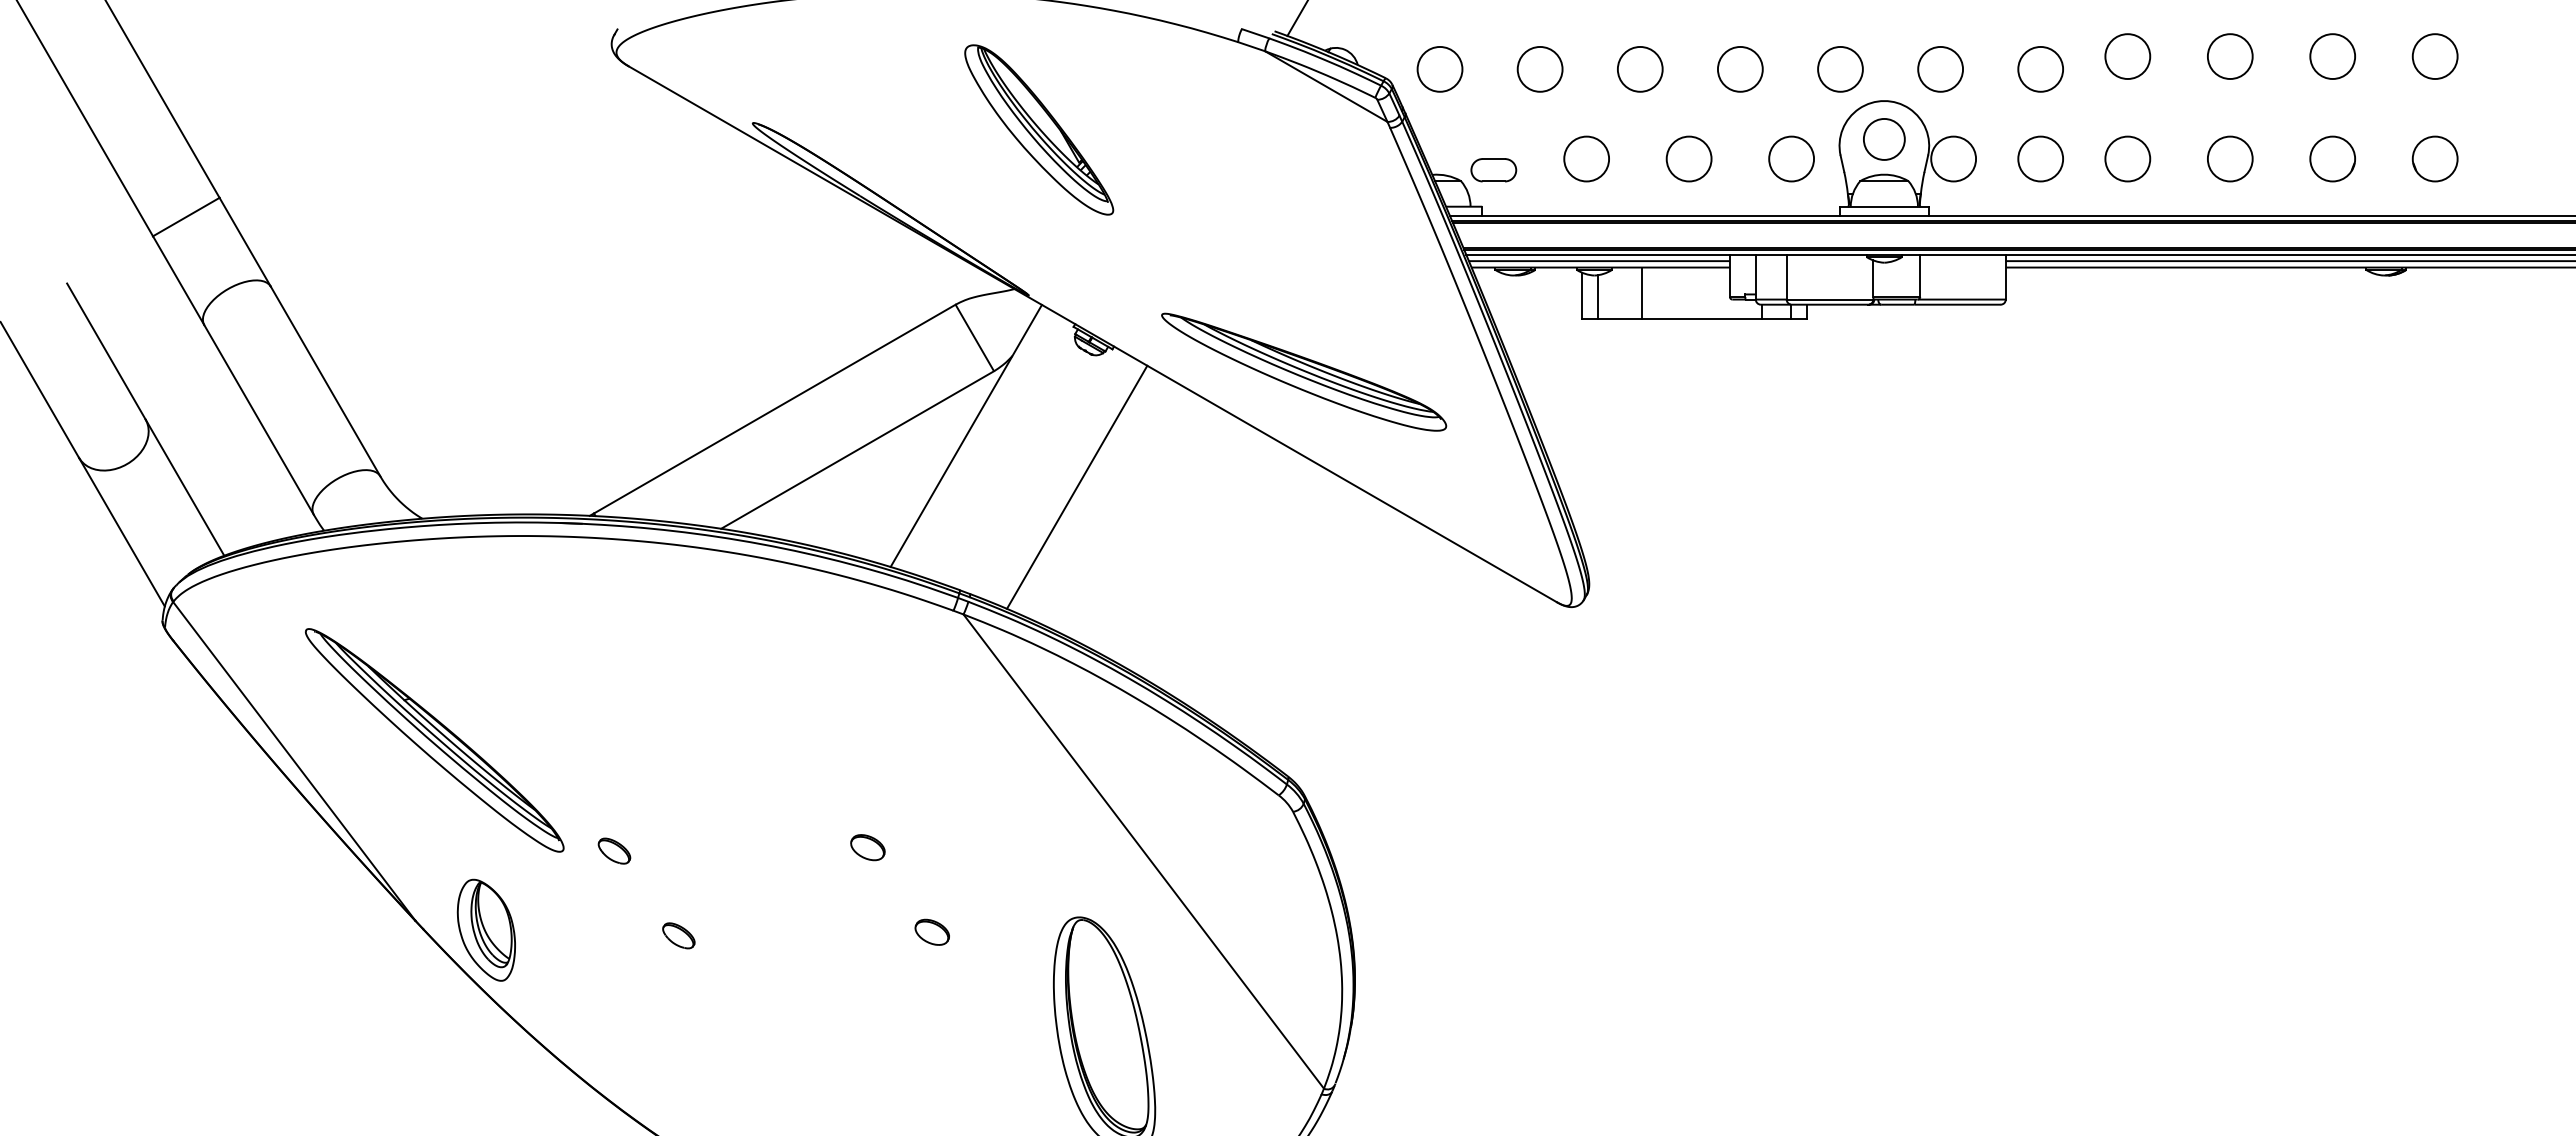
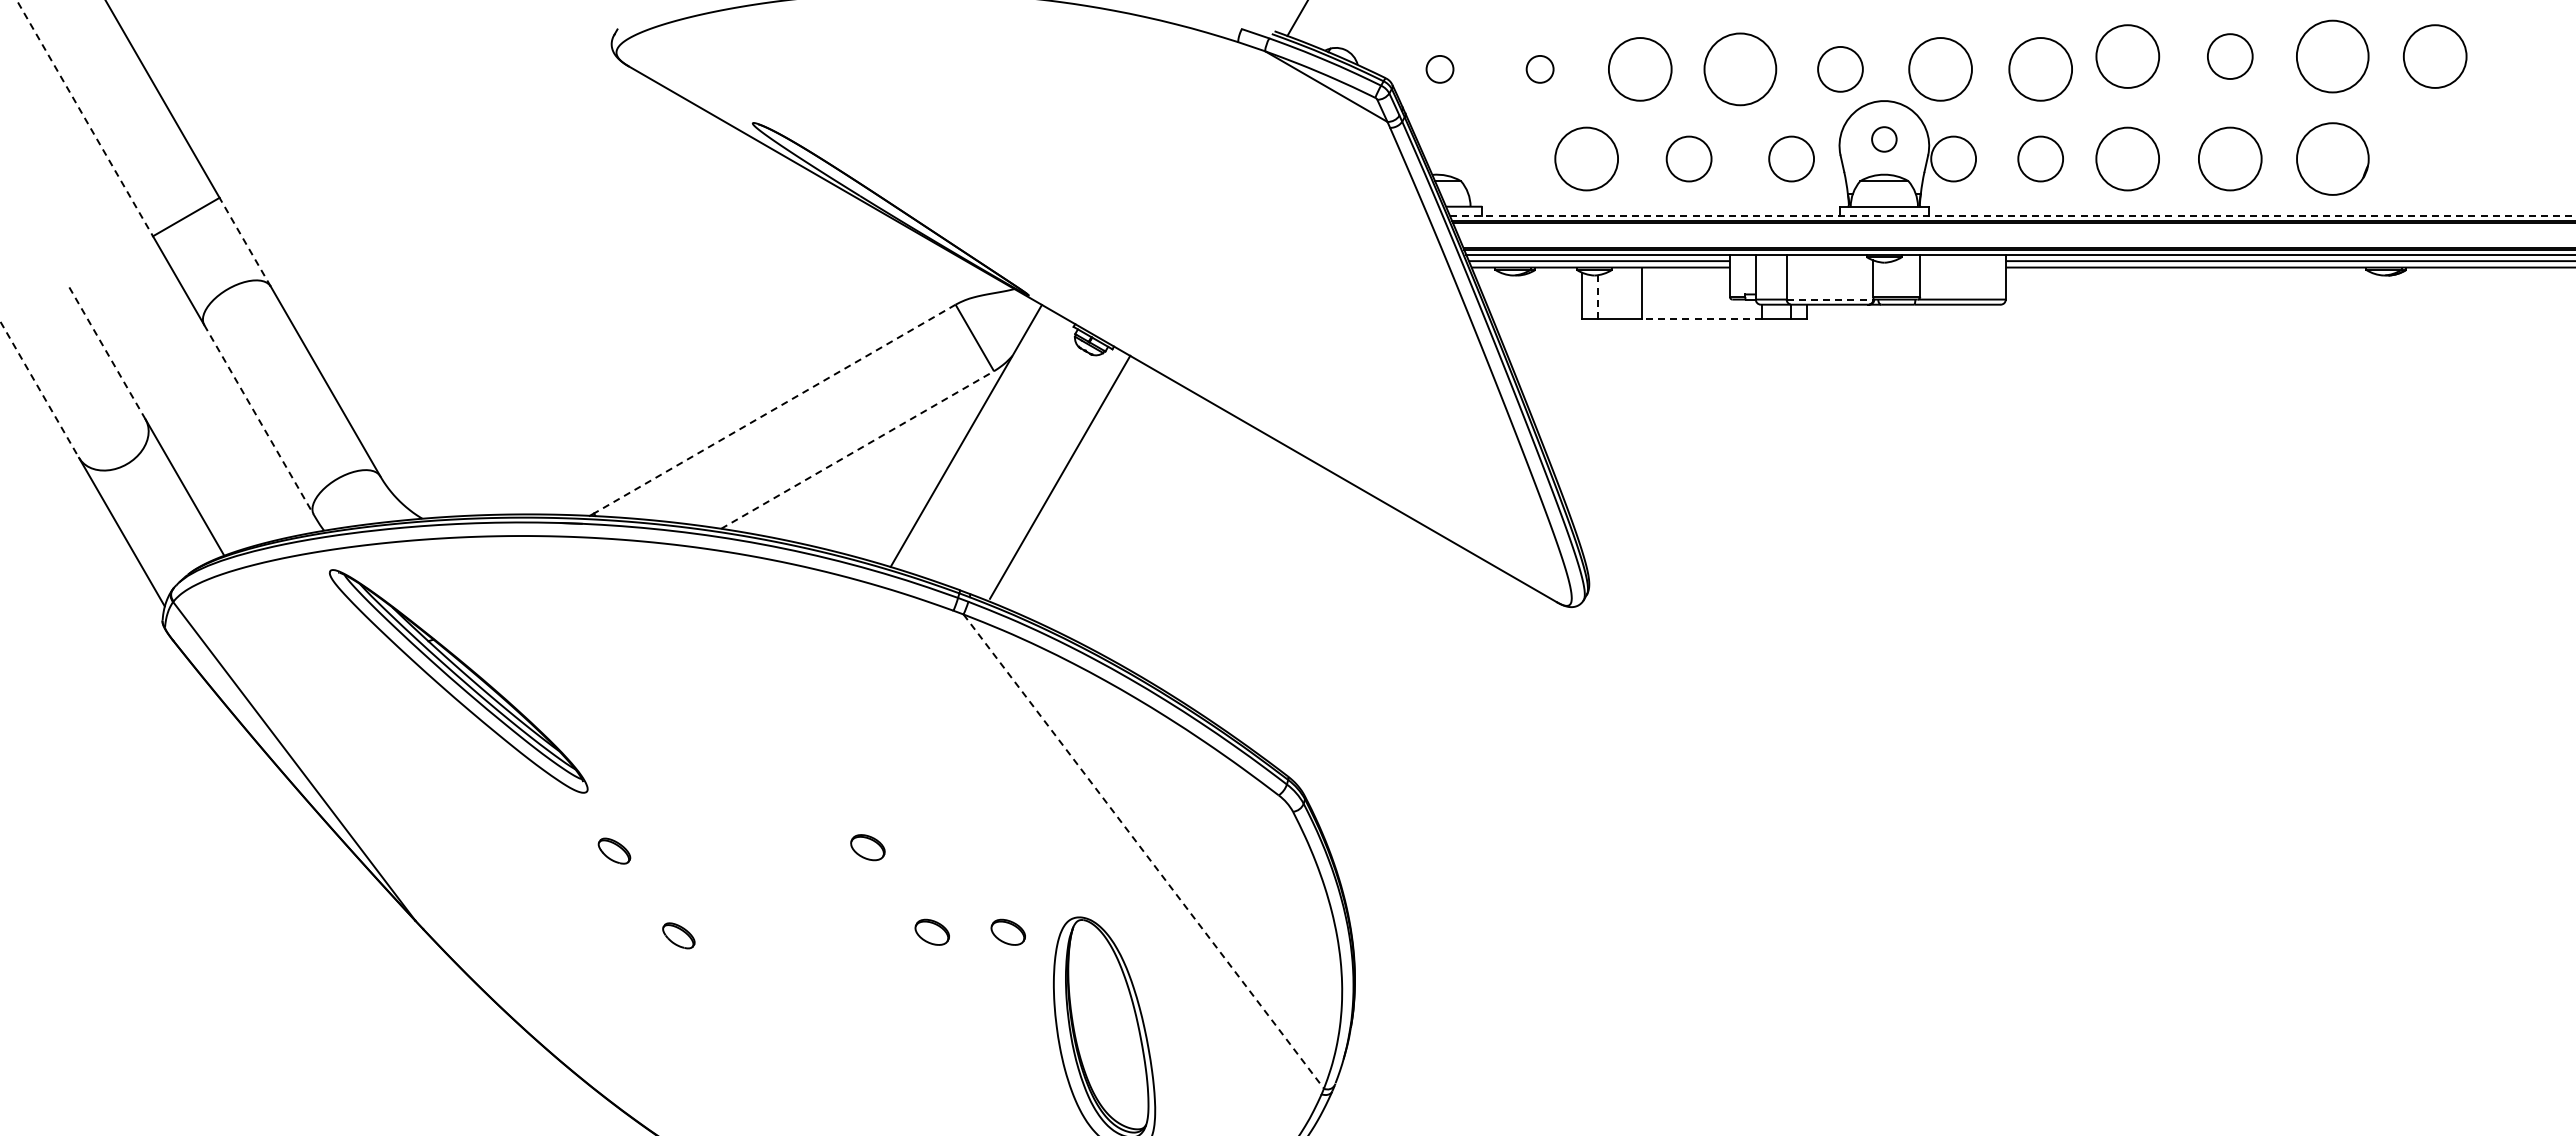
circle at (2127, 56) diameter: 45 px -> 63 px
circle at (2332, 56) diameter: 45 px -> 72 px
circle at (2434, 56) diameter: 45 px -> 63 px
circle at (1439, 68) diameter: 45 px -> 27 px
circle at (1539, 68) diameter: 45 px -> 27 px
circle at (1639, 68) diameter: 45 px -> 63 px
circle at (1739, 68) diameter: 45 px -> 72 px
circle at (1940, 68) diameter: 45 px -> 63 px
circle at (2040, 68) diameter: 45 px -> 63 px
line at (85, 118): solid -> dashed
part at (1039, 129): present -> none
circle at (1883, 138) diameter: 41 px -> 25 px
circle at (1586, 158) diameter: 45 px -> 63 px
circle at (2127, 158) size: 48x48 px -> 65x66 px
circle at (2229, 158) diameter: 45 px -> 63 px
part at (2332, 158) size: 47x48 px -> 74x74 px
part at (2434, 158): present -> none
part at (1493, 170): present -> none
line at (2012, 216): solid -> dashed
line at (244, 241): solid -> dashed
line at (1598, 296): solid -> dashed
line at (1830, 299): solid -> dashed
line at (1702, 318): solid -> dashed
line at (106, 351): solid -> dashed
part at (1304, 371): present -> none
line at (40, 390): solid -> dashed
line at (774, 409): solid -> dashed
line at (259, 419): solid -> dashed
line at (857, 450): solid -> dashed
line at (1076, 486) position: (1076, 486) -> (1059, 476)
part at (434, 740) position: (434, 740) -> (458, 681)
line at (1143, 851): solid -> dashed
part at (485, 929): present -> none
part at (1007, 931): none -> present
